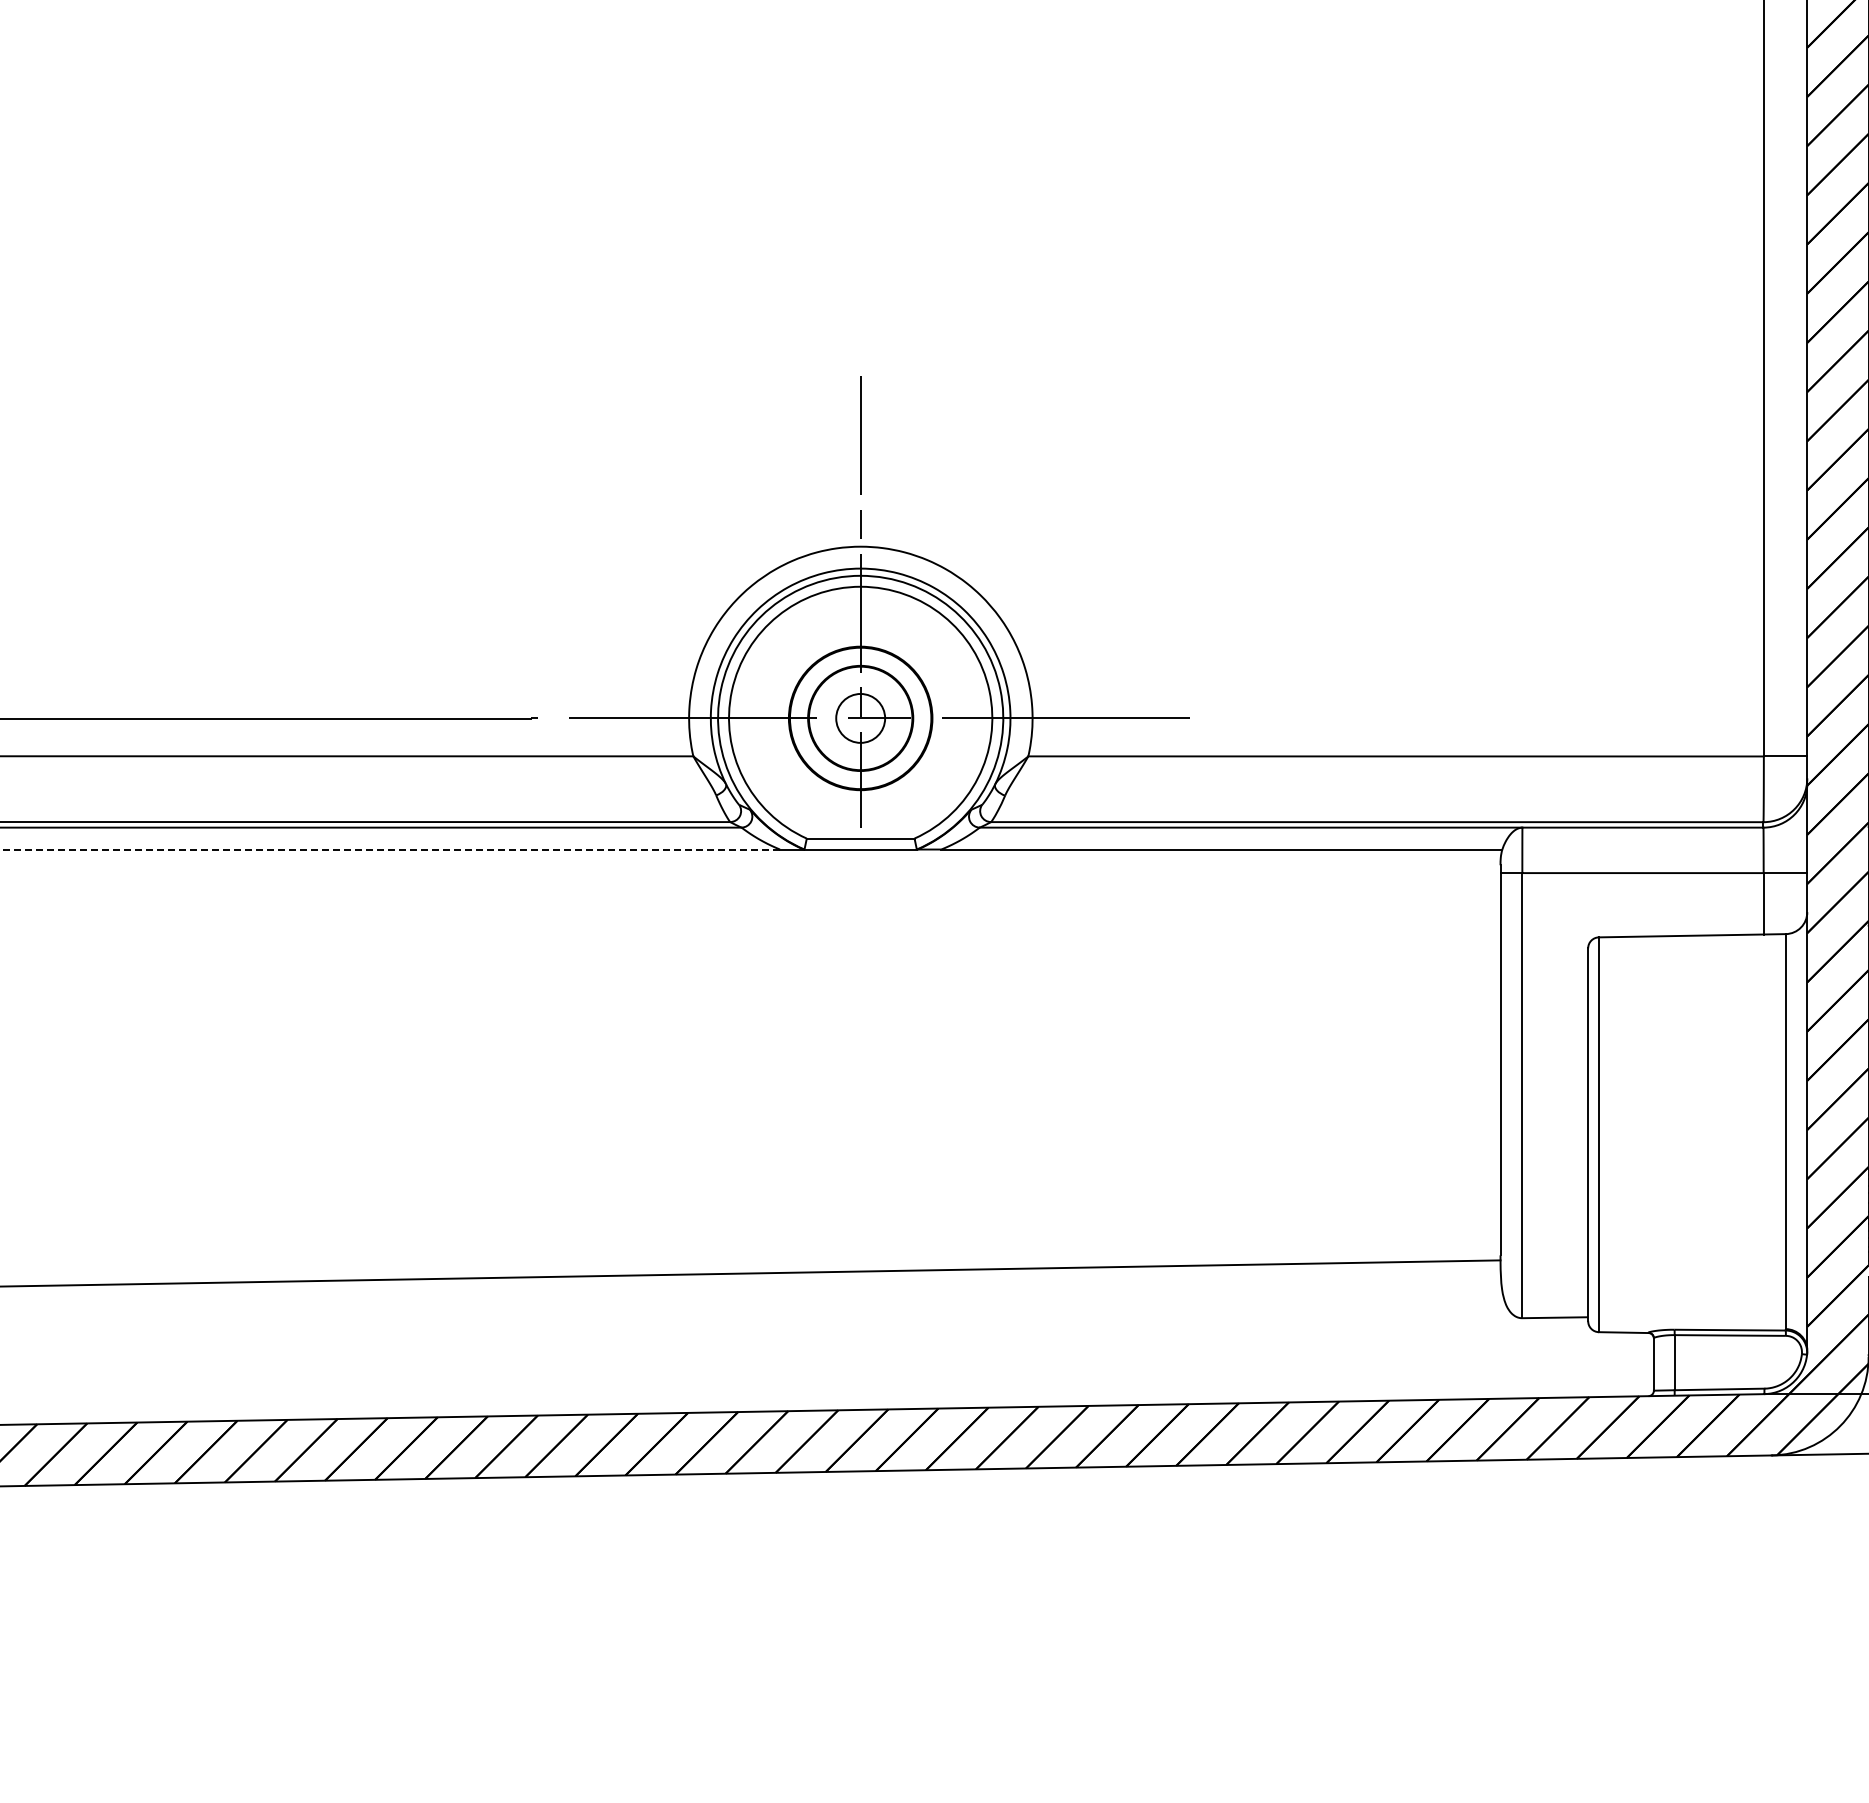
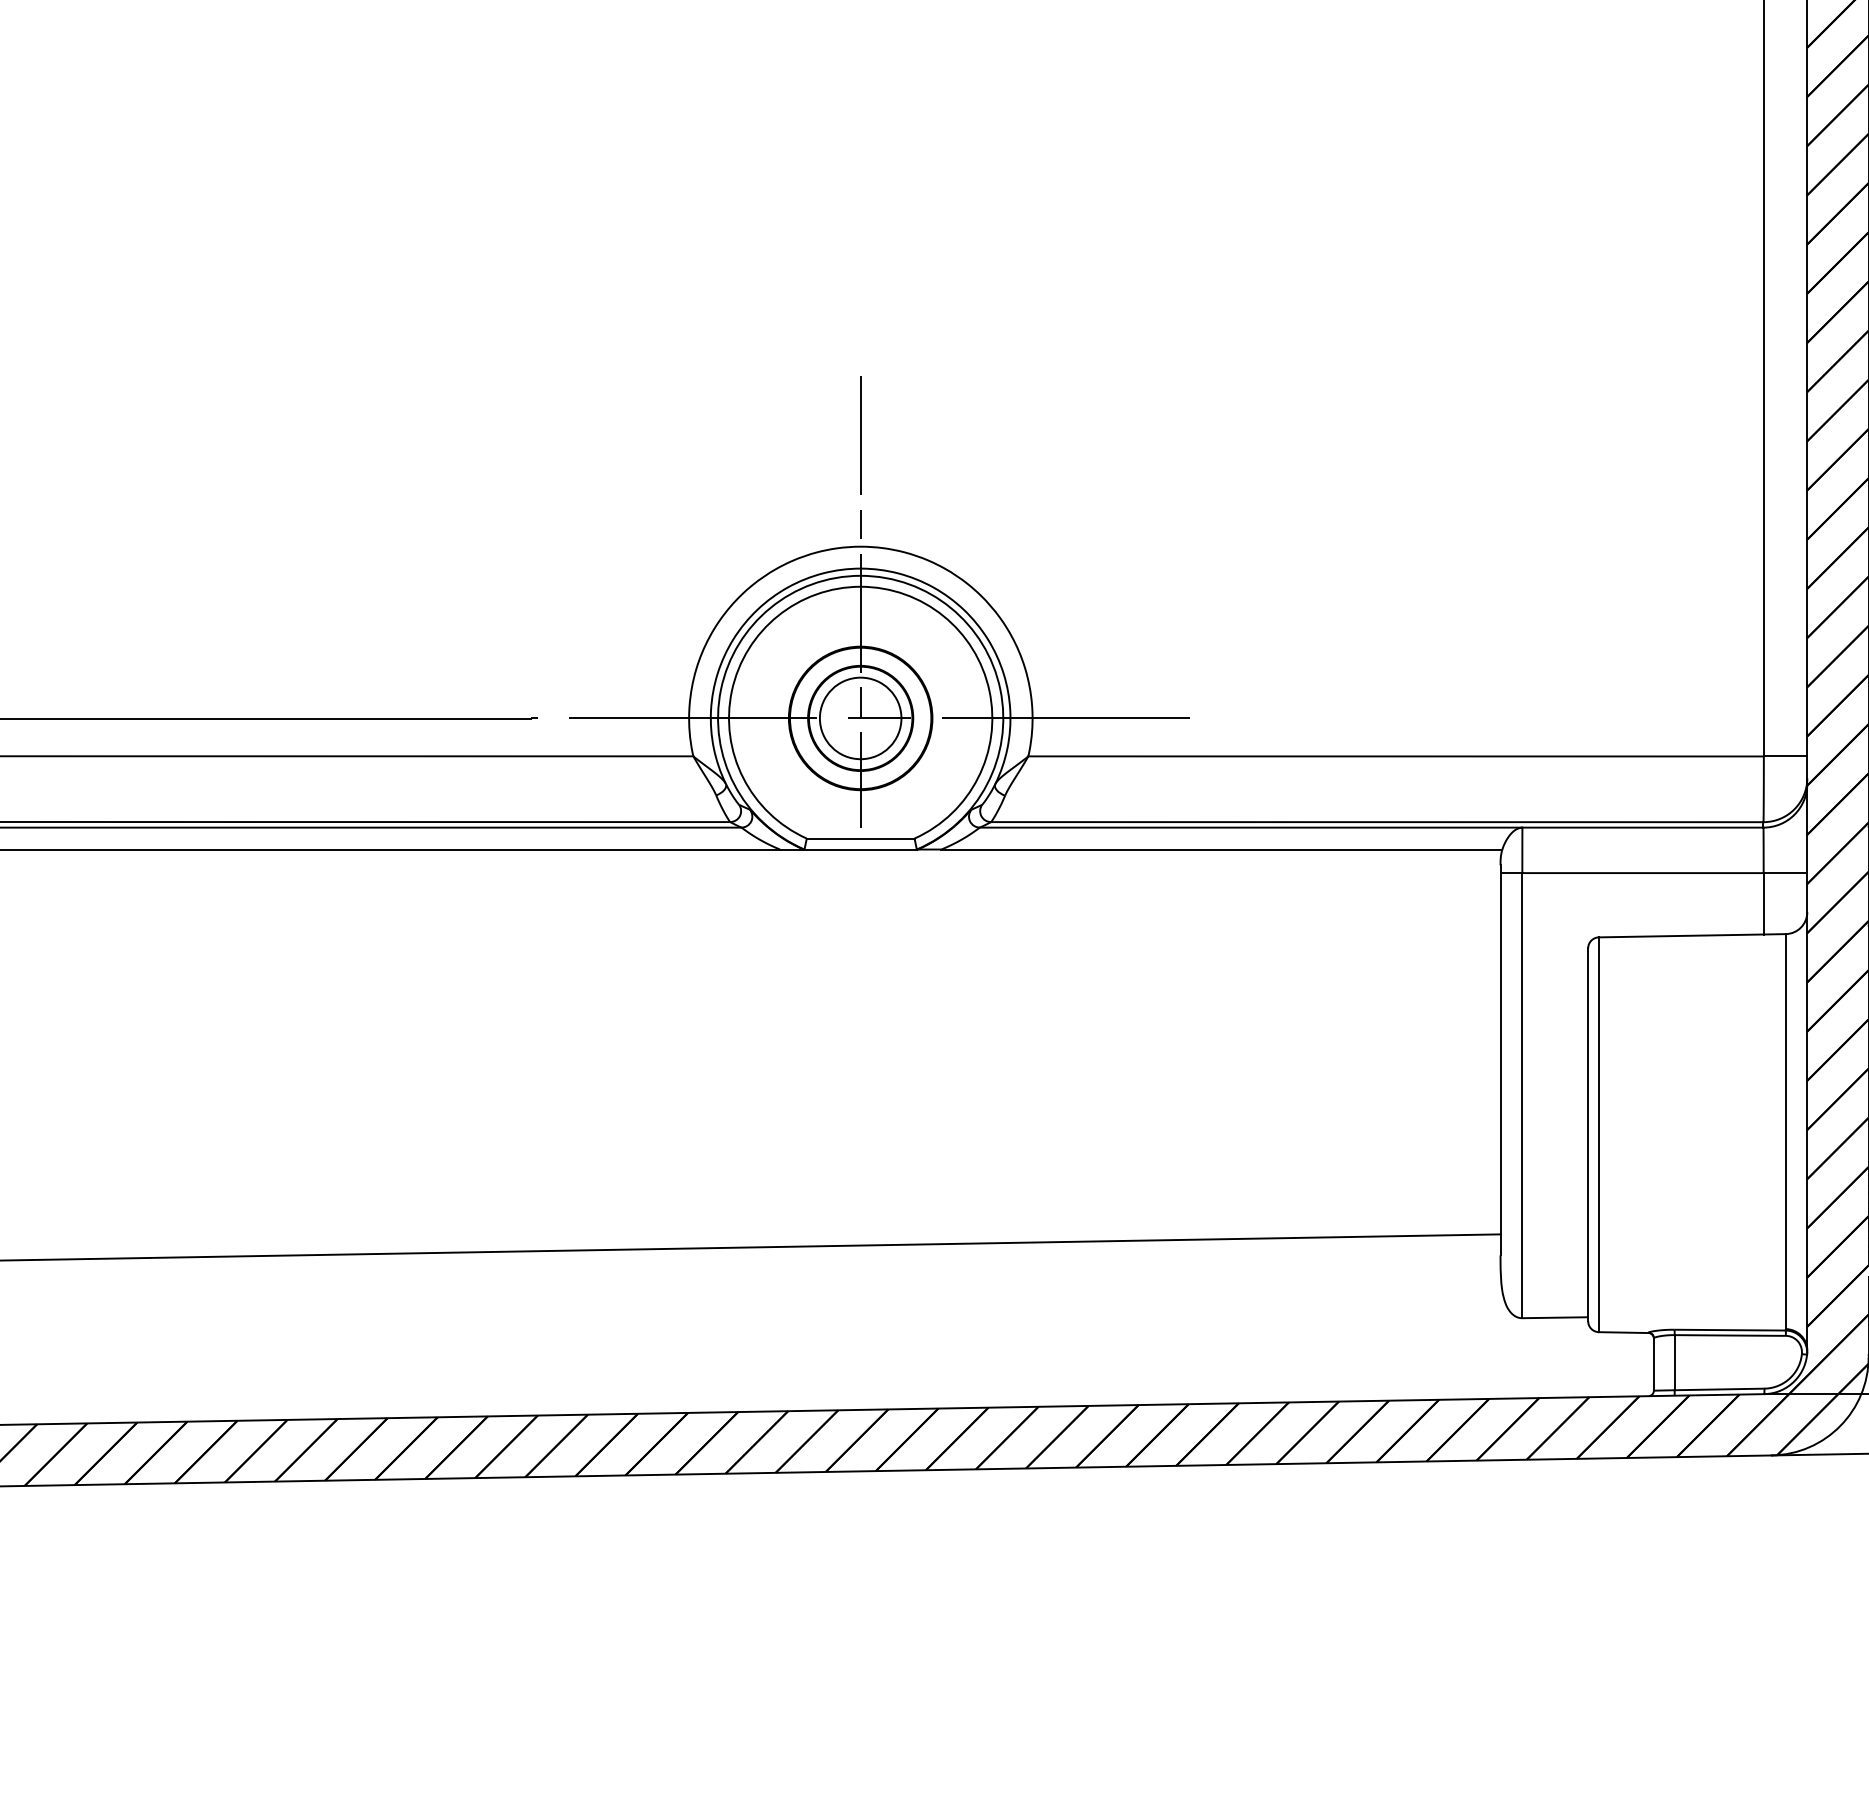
circle at (860, 717) diameter: 49 px -> 82 px
line at (390, 849): dashed -> solid
line at (751, 1273) position: (751, 1273) -> (751, 1247)
